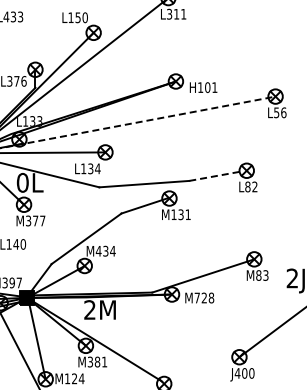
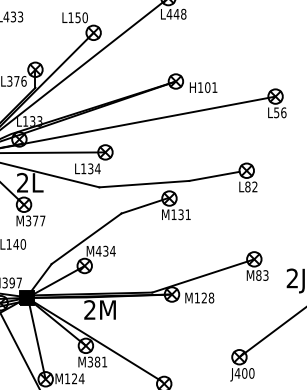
text at (176, 13): L311 -> L448
line at (138, 122): dashed -> solid
line at (214, 176): dashed -> solid
text at (22, 182): 0L -> 2L
text at (196, 297): M728 -> M128
